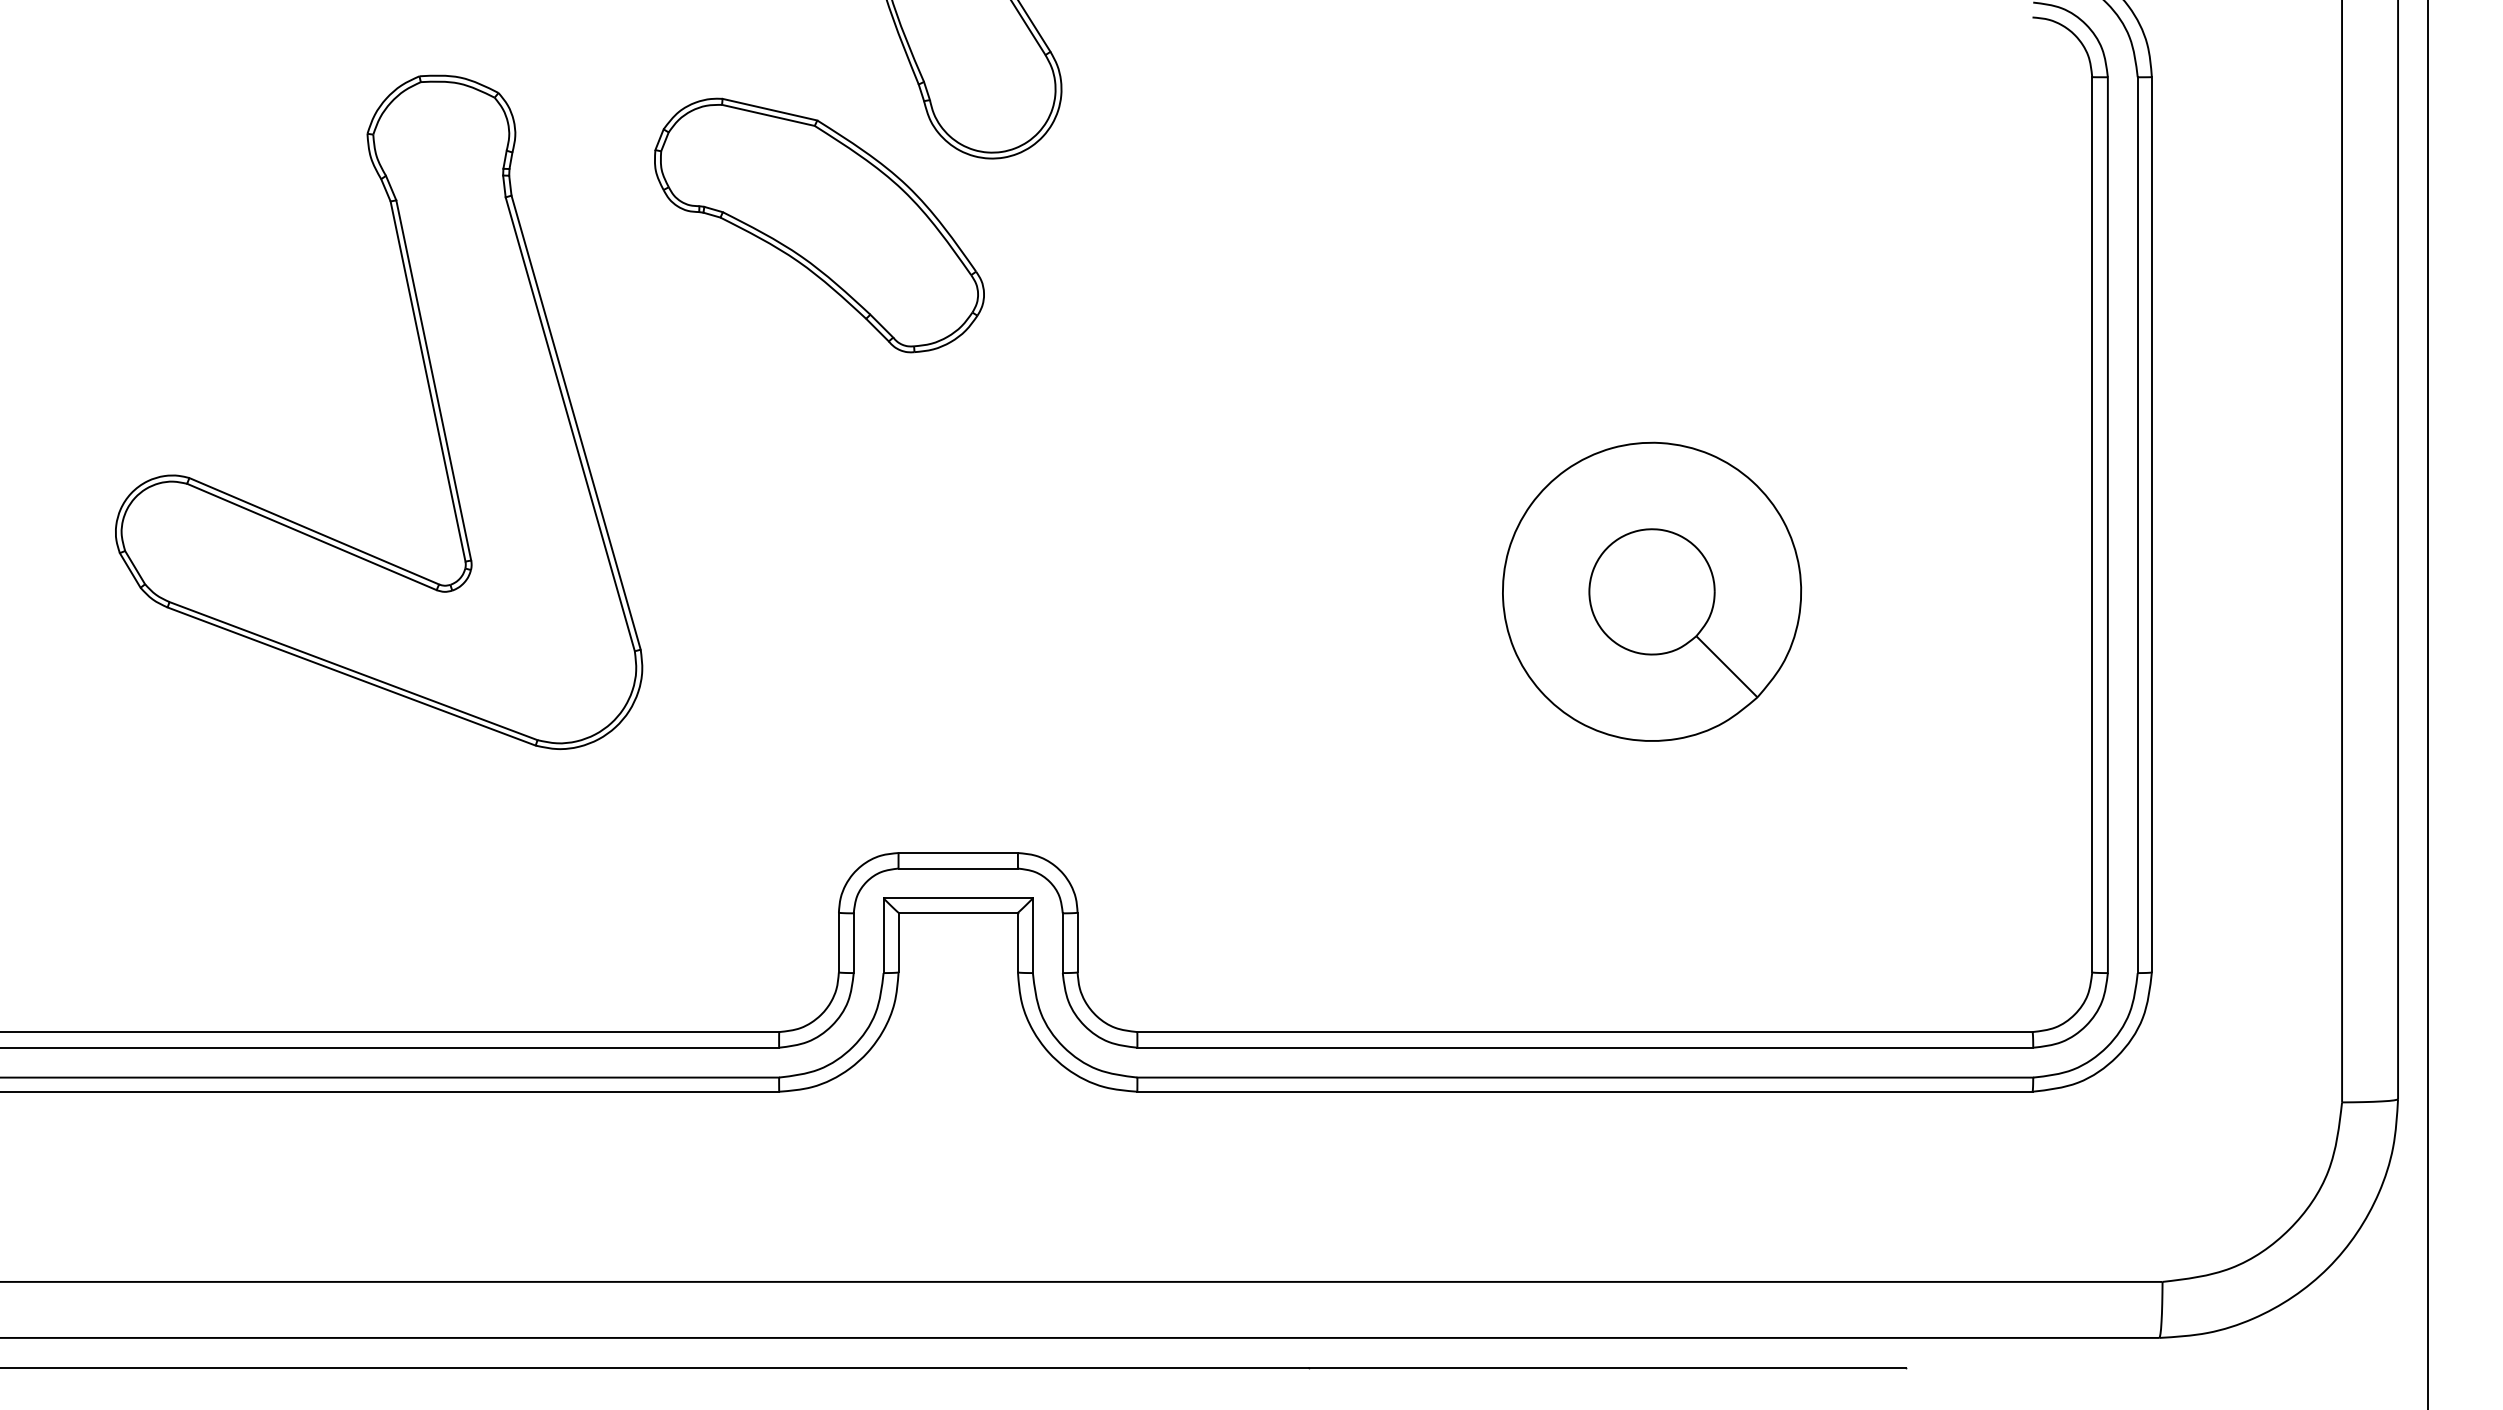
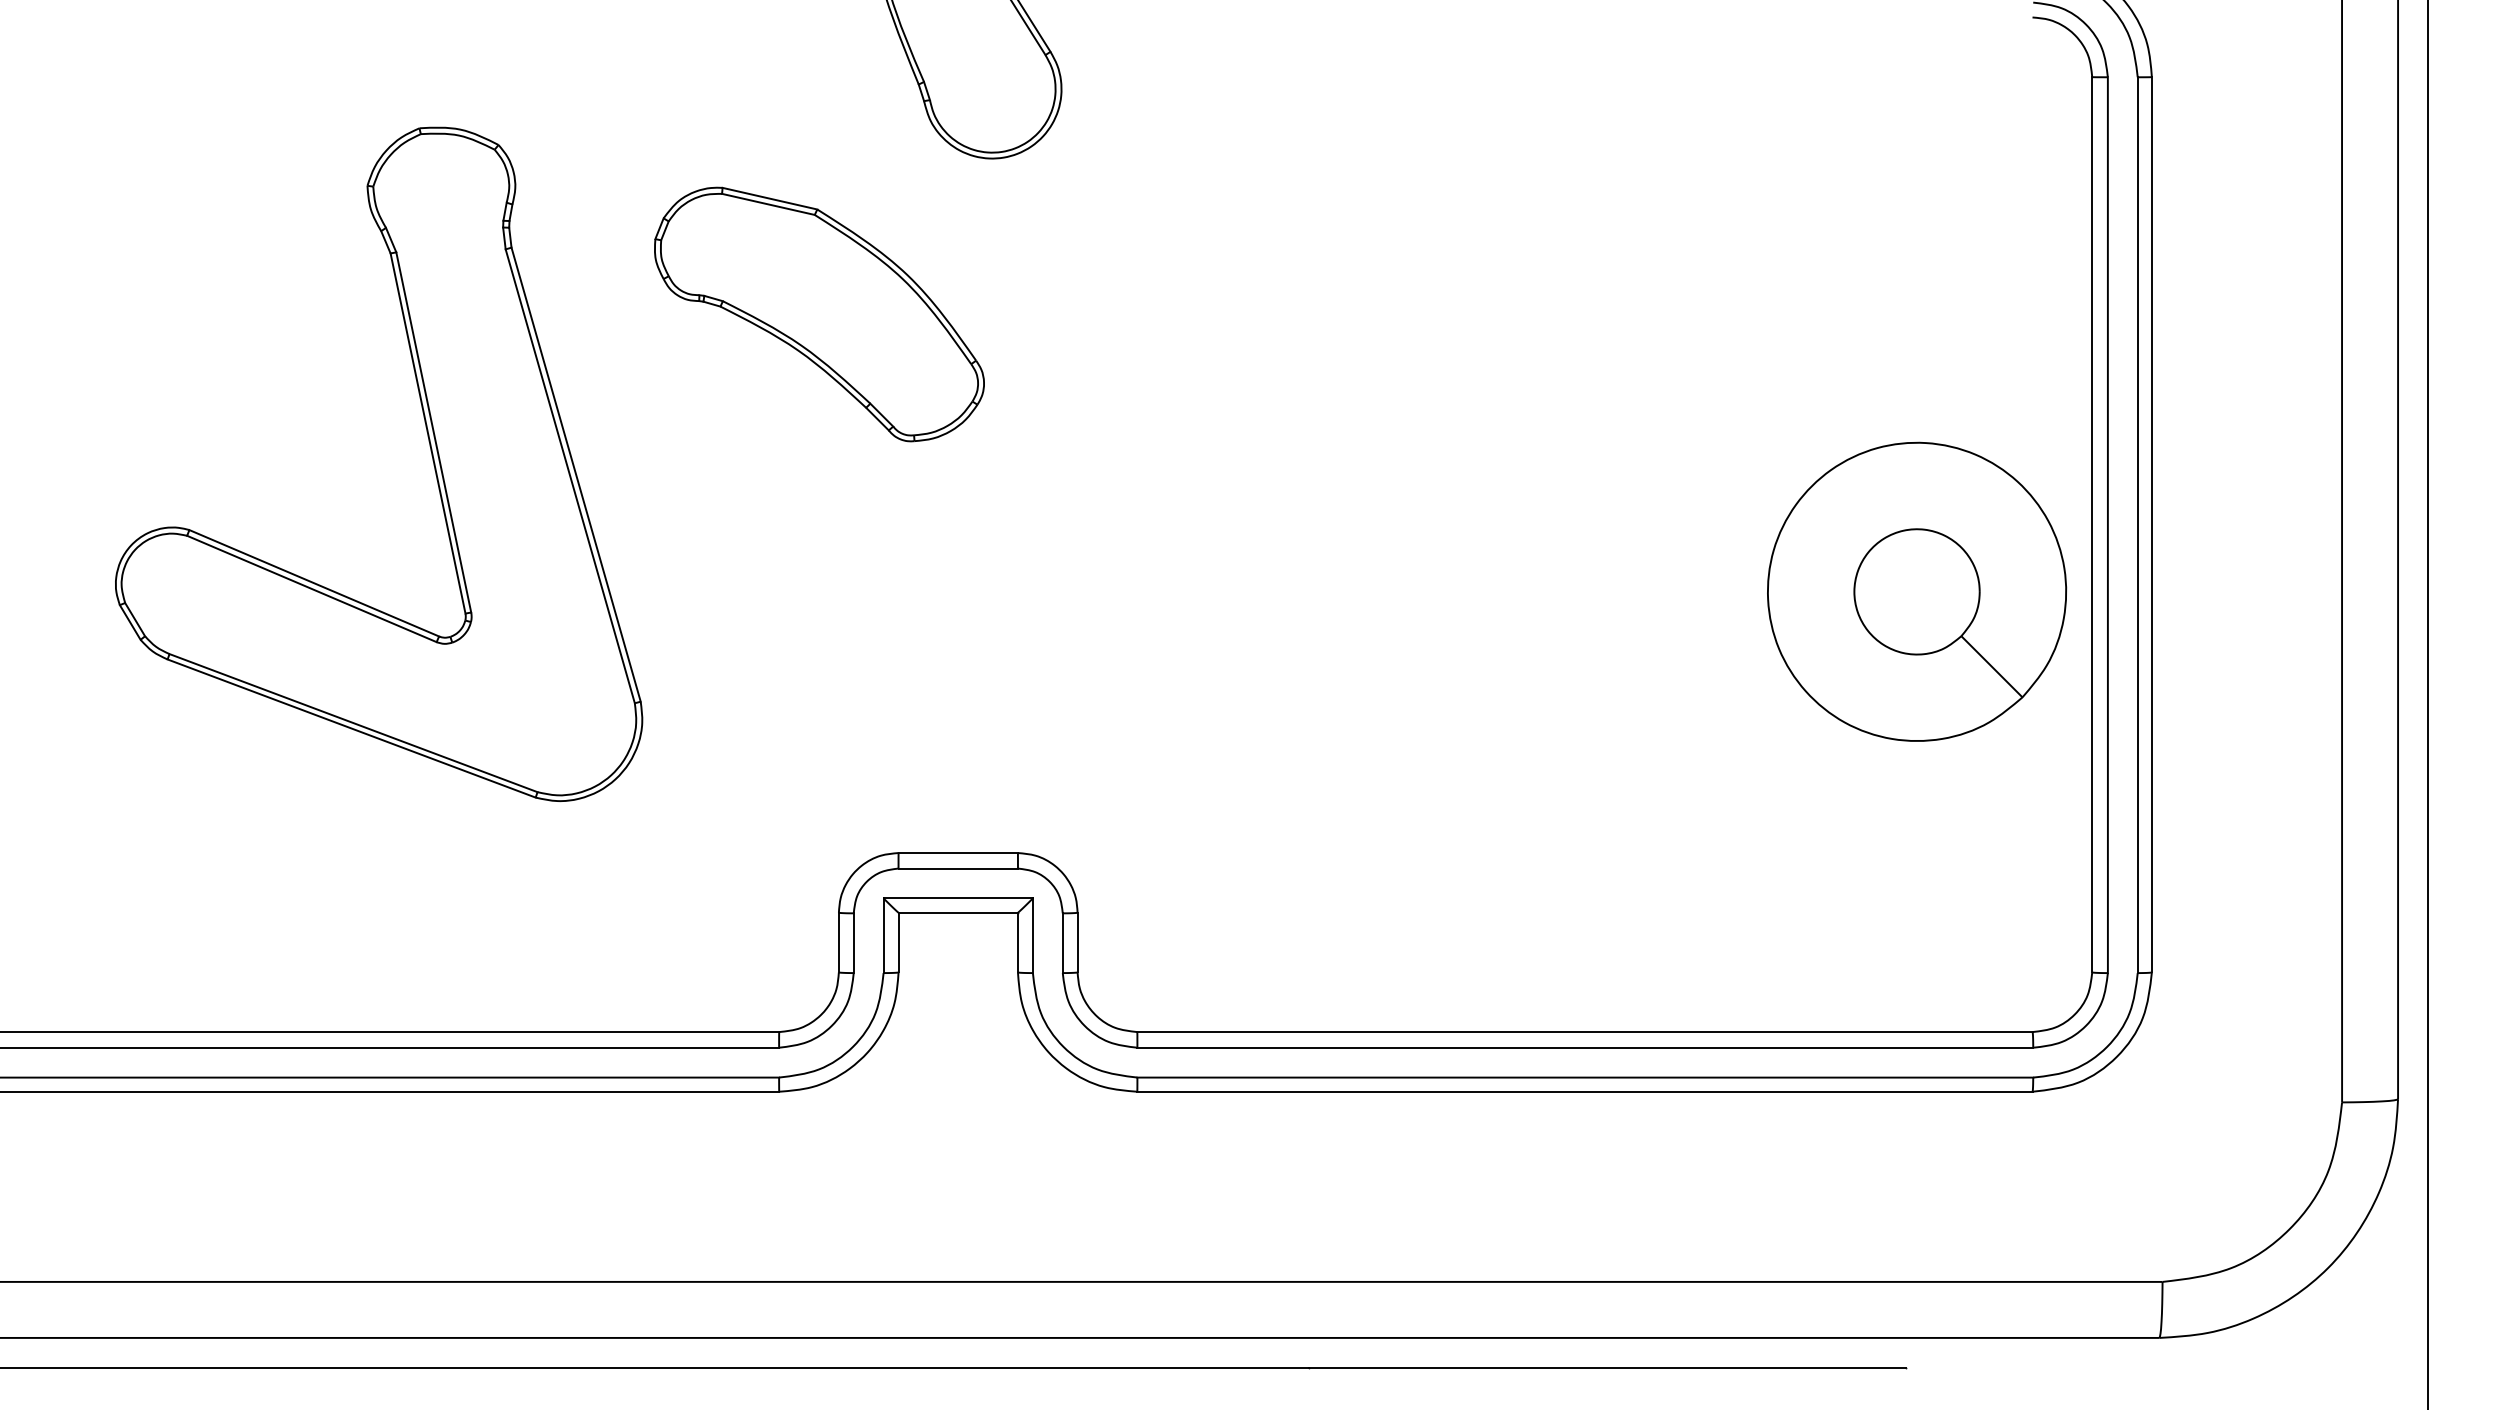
part at (819, 225) position: (819, 225) -> (819, 314)
part at (430, 399) position: (430, 399) -> (430, 451)
part at (1652, 591) position: (1652, 591) -> (1917, 591)
